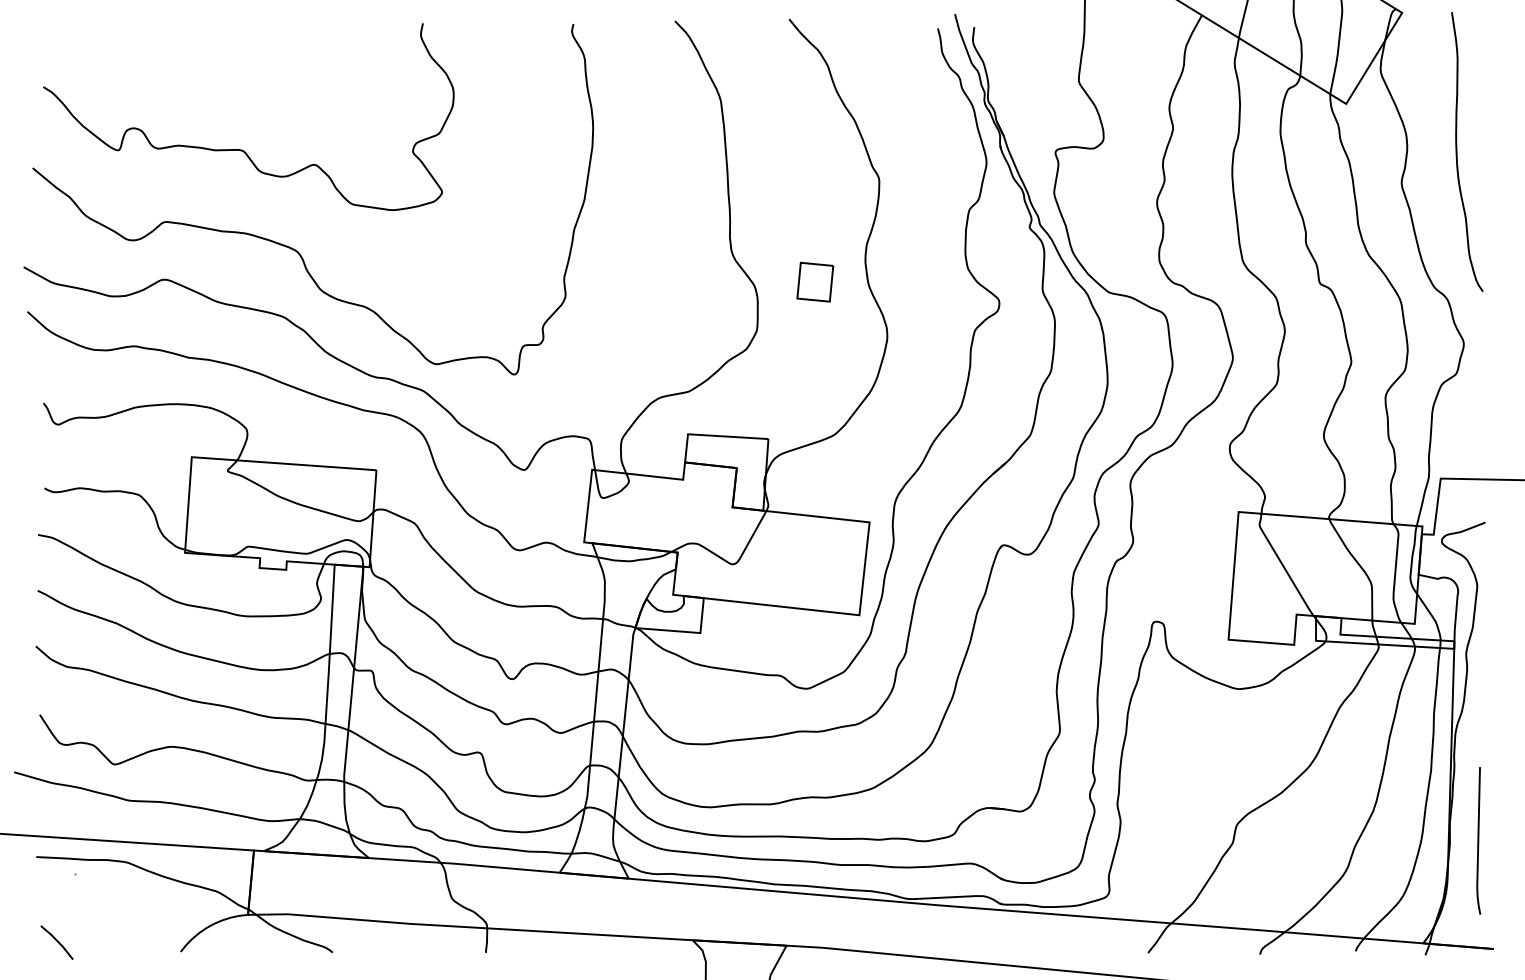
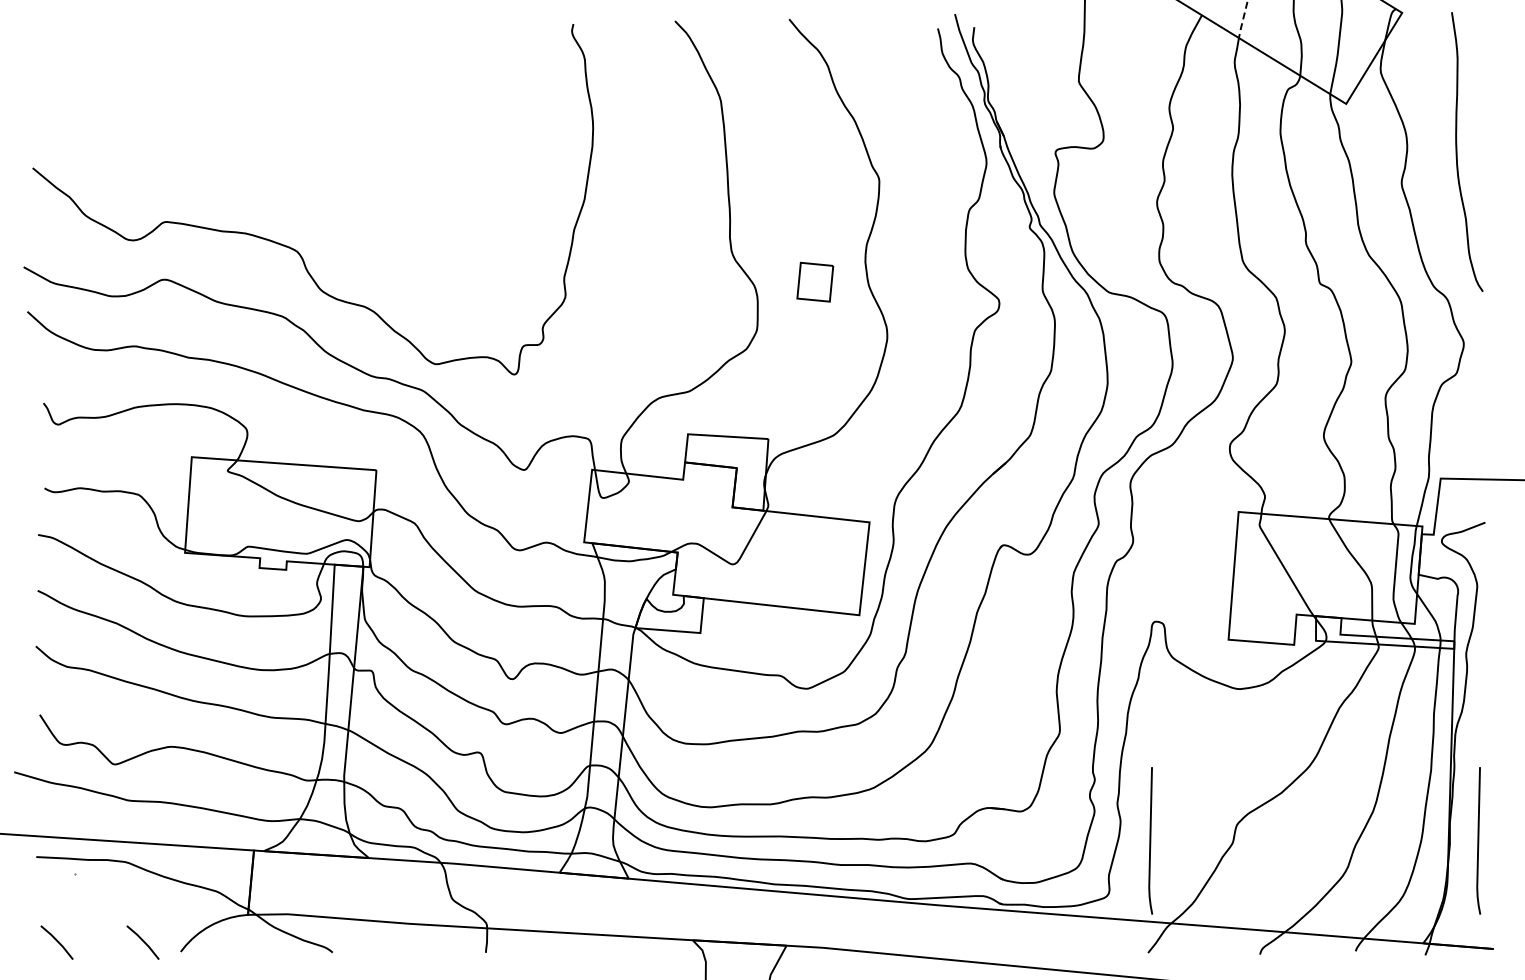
line at (1242, 20): solid -> dashed
curve at (242, 149): present -> none
line at (1150, 840): none -> present
line at (142, 941): none -> present
